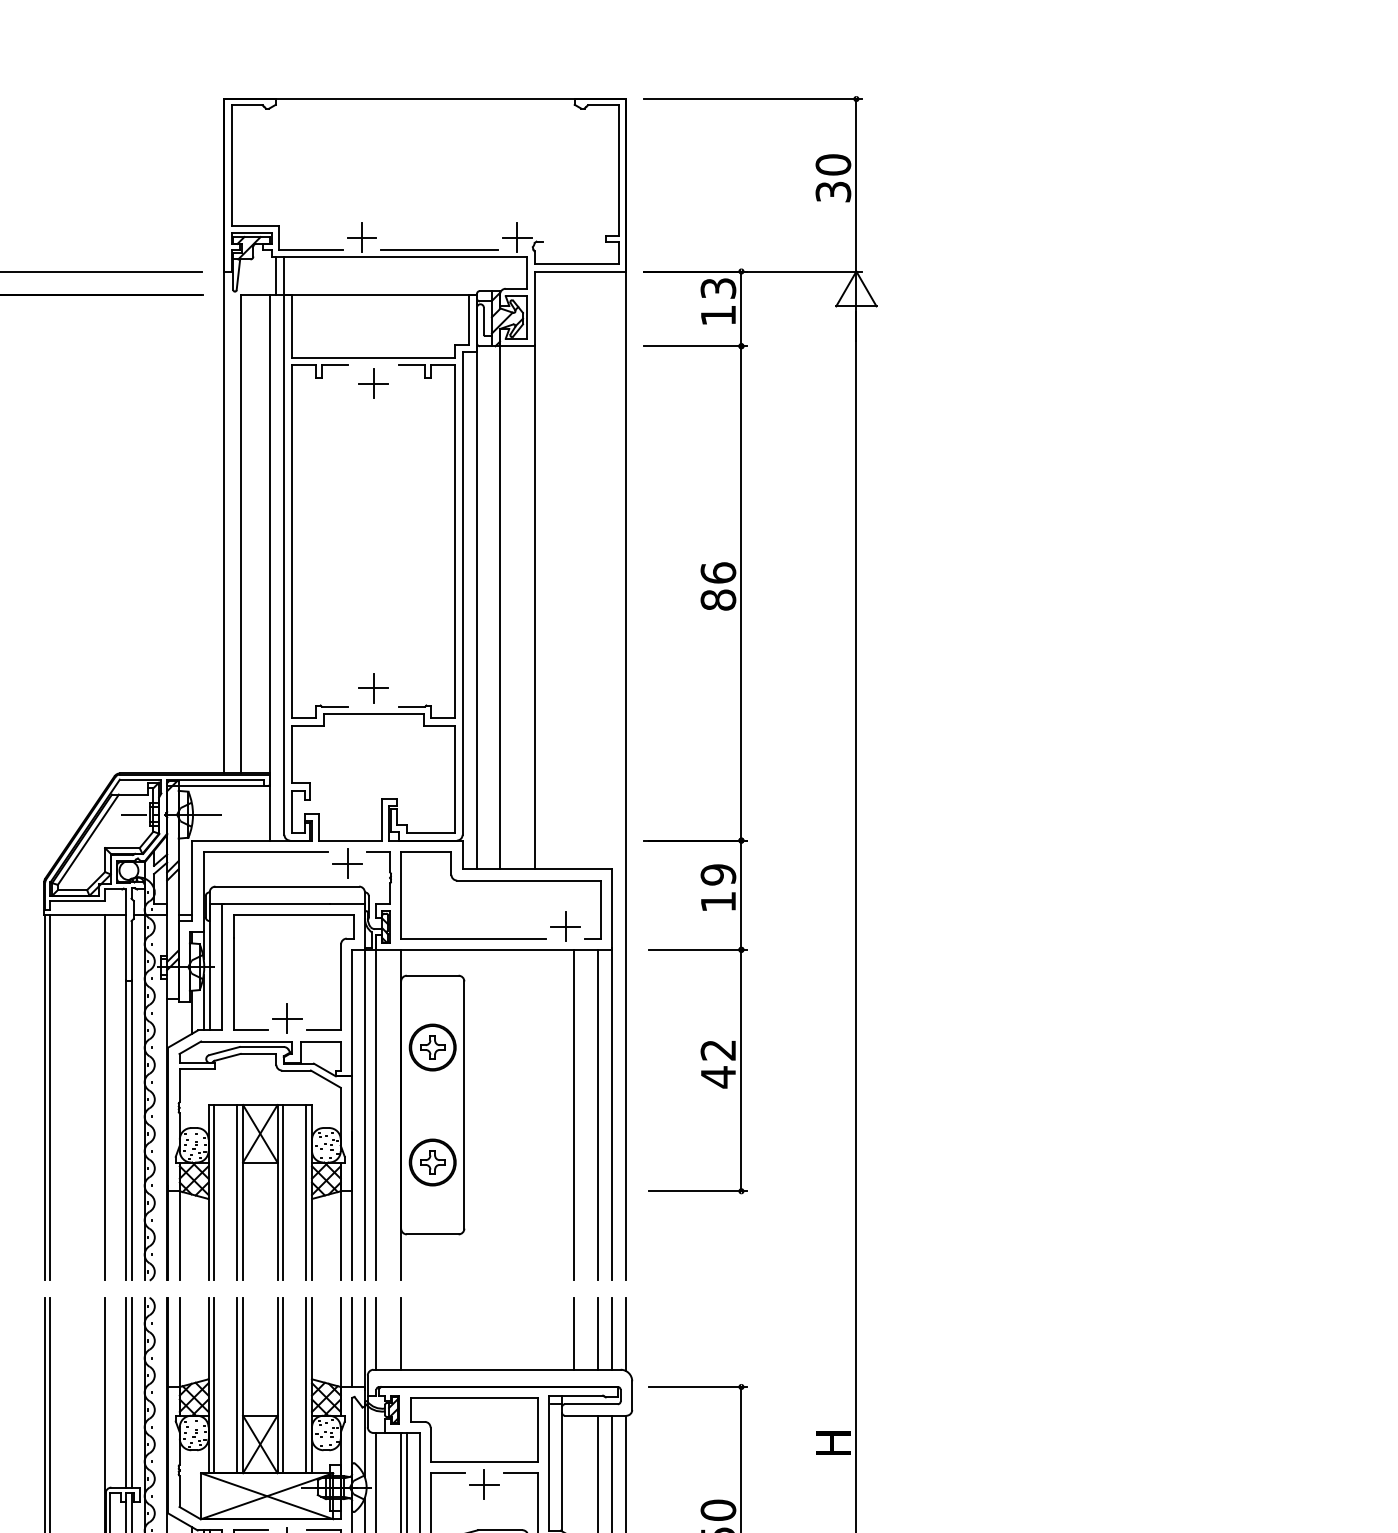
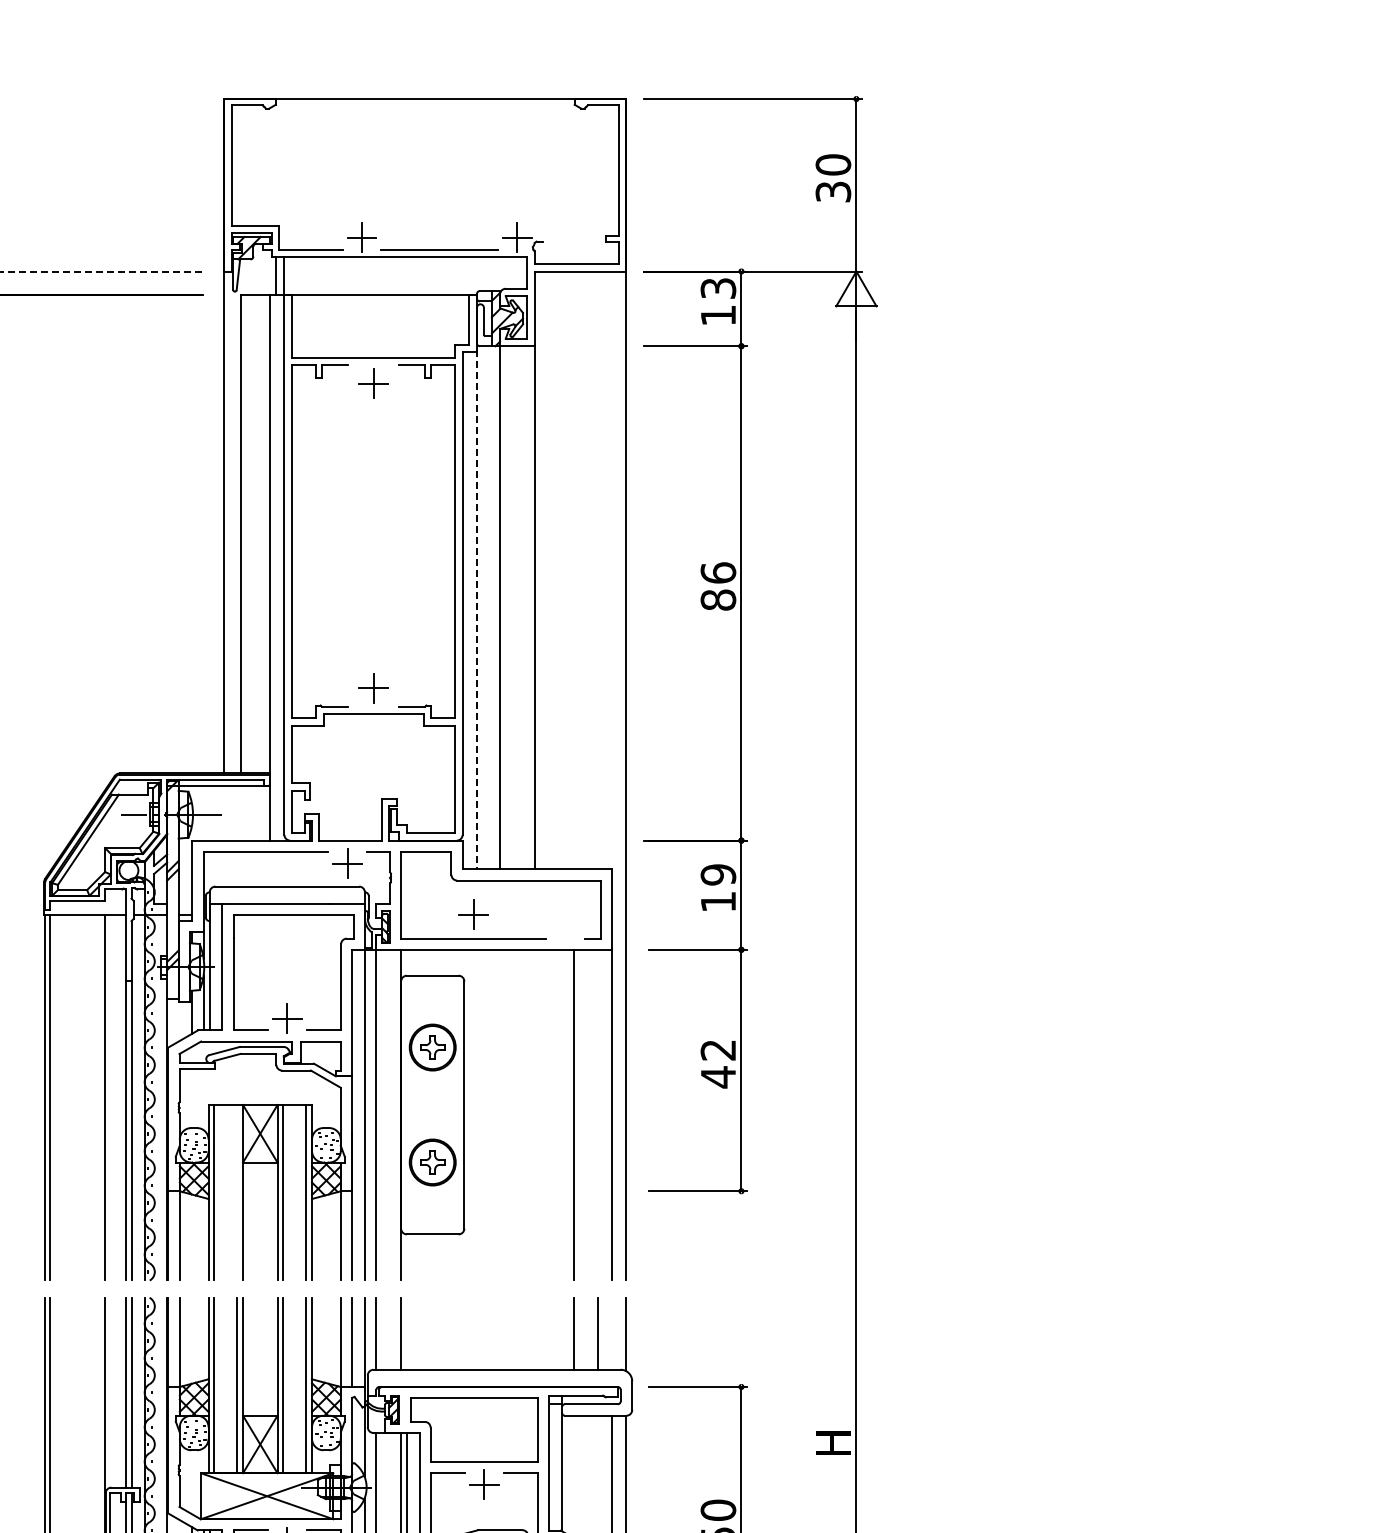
line at (101, 271): solid -> dashed
line at (477, 582): solid -> dashed
part at (565, 926) position: (565, 926) -> (473, 914)
line at (598, 1114): present -> none
line at (237, 1192): present -> none
line at (612, 1333): present -> none
line at (598, 1472): present -> none
